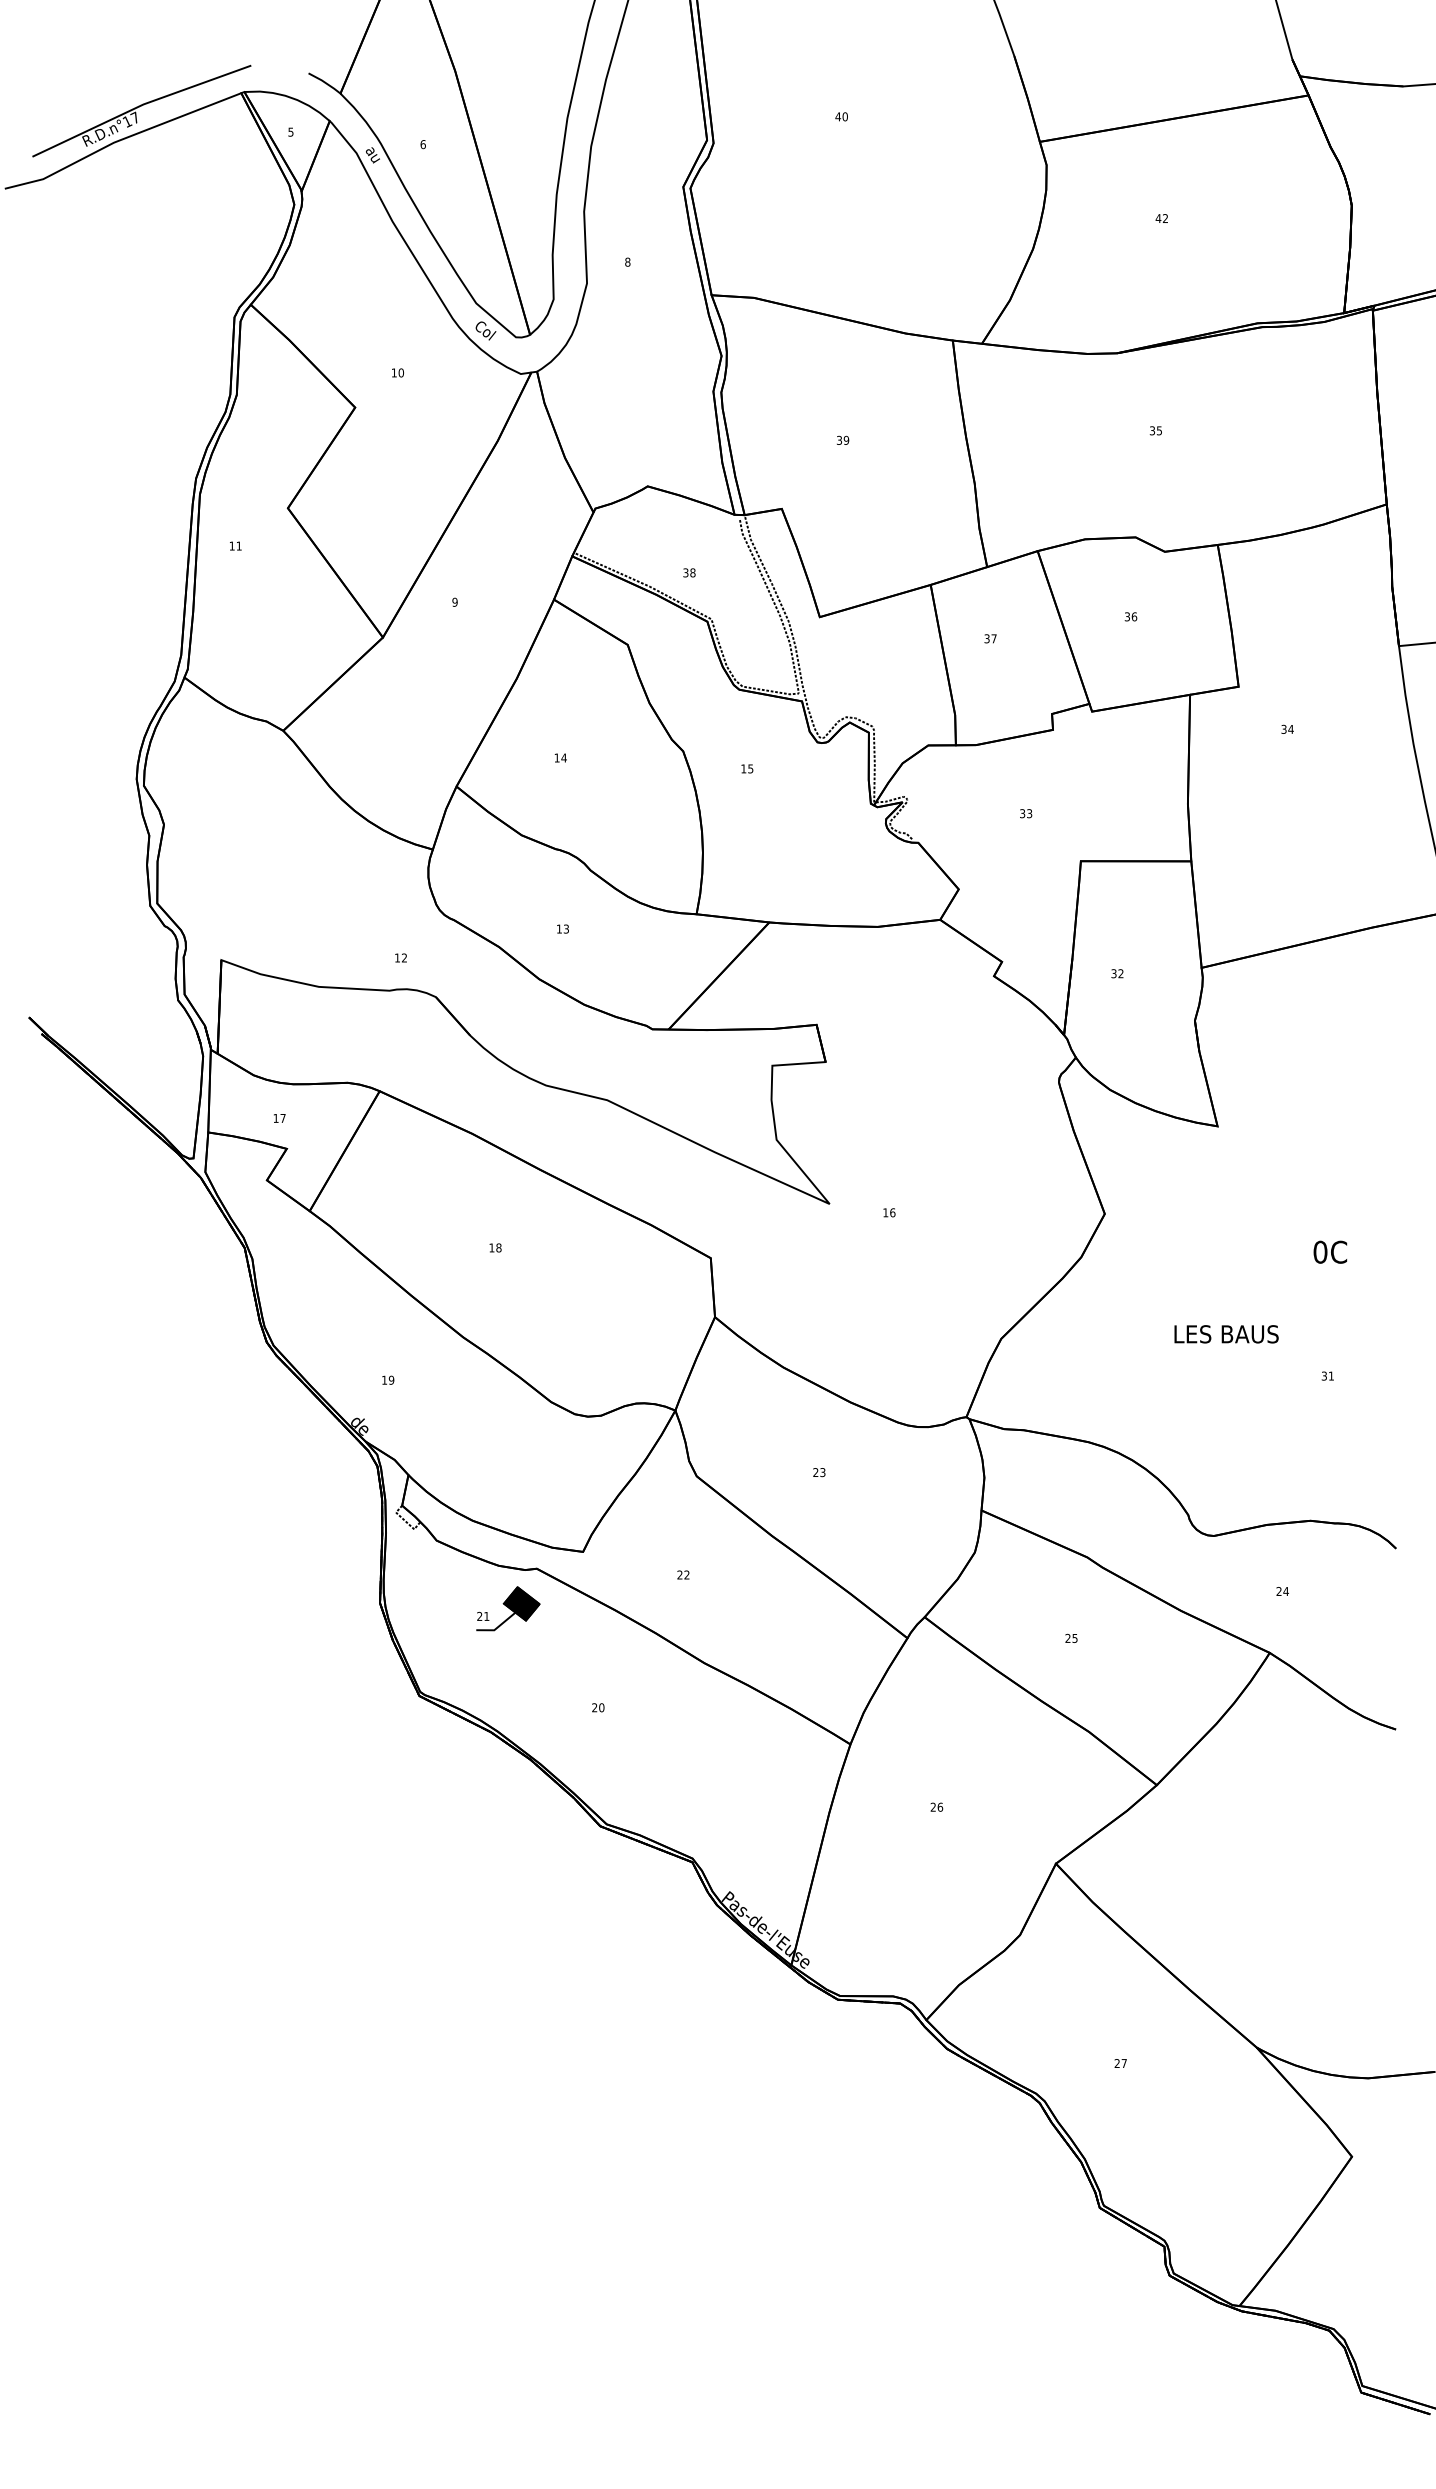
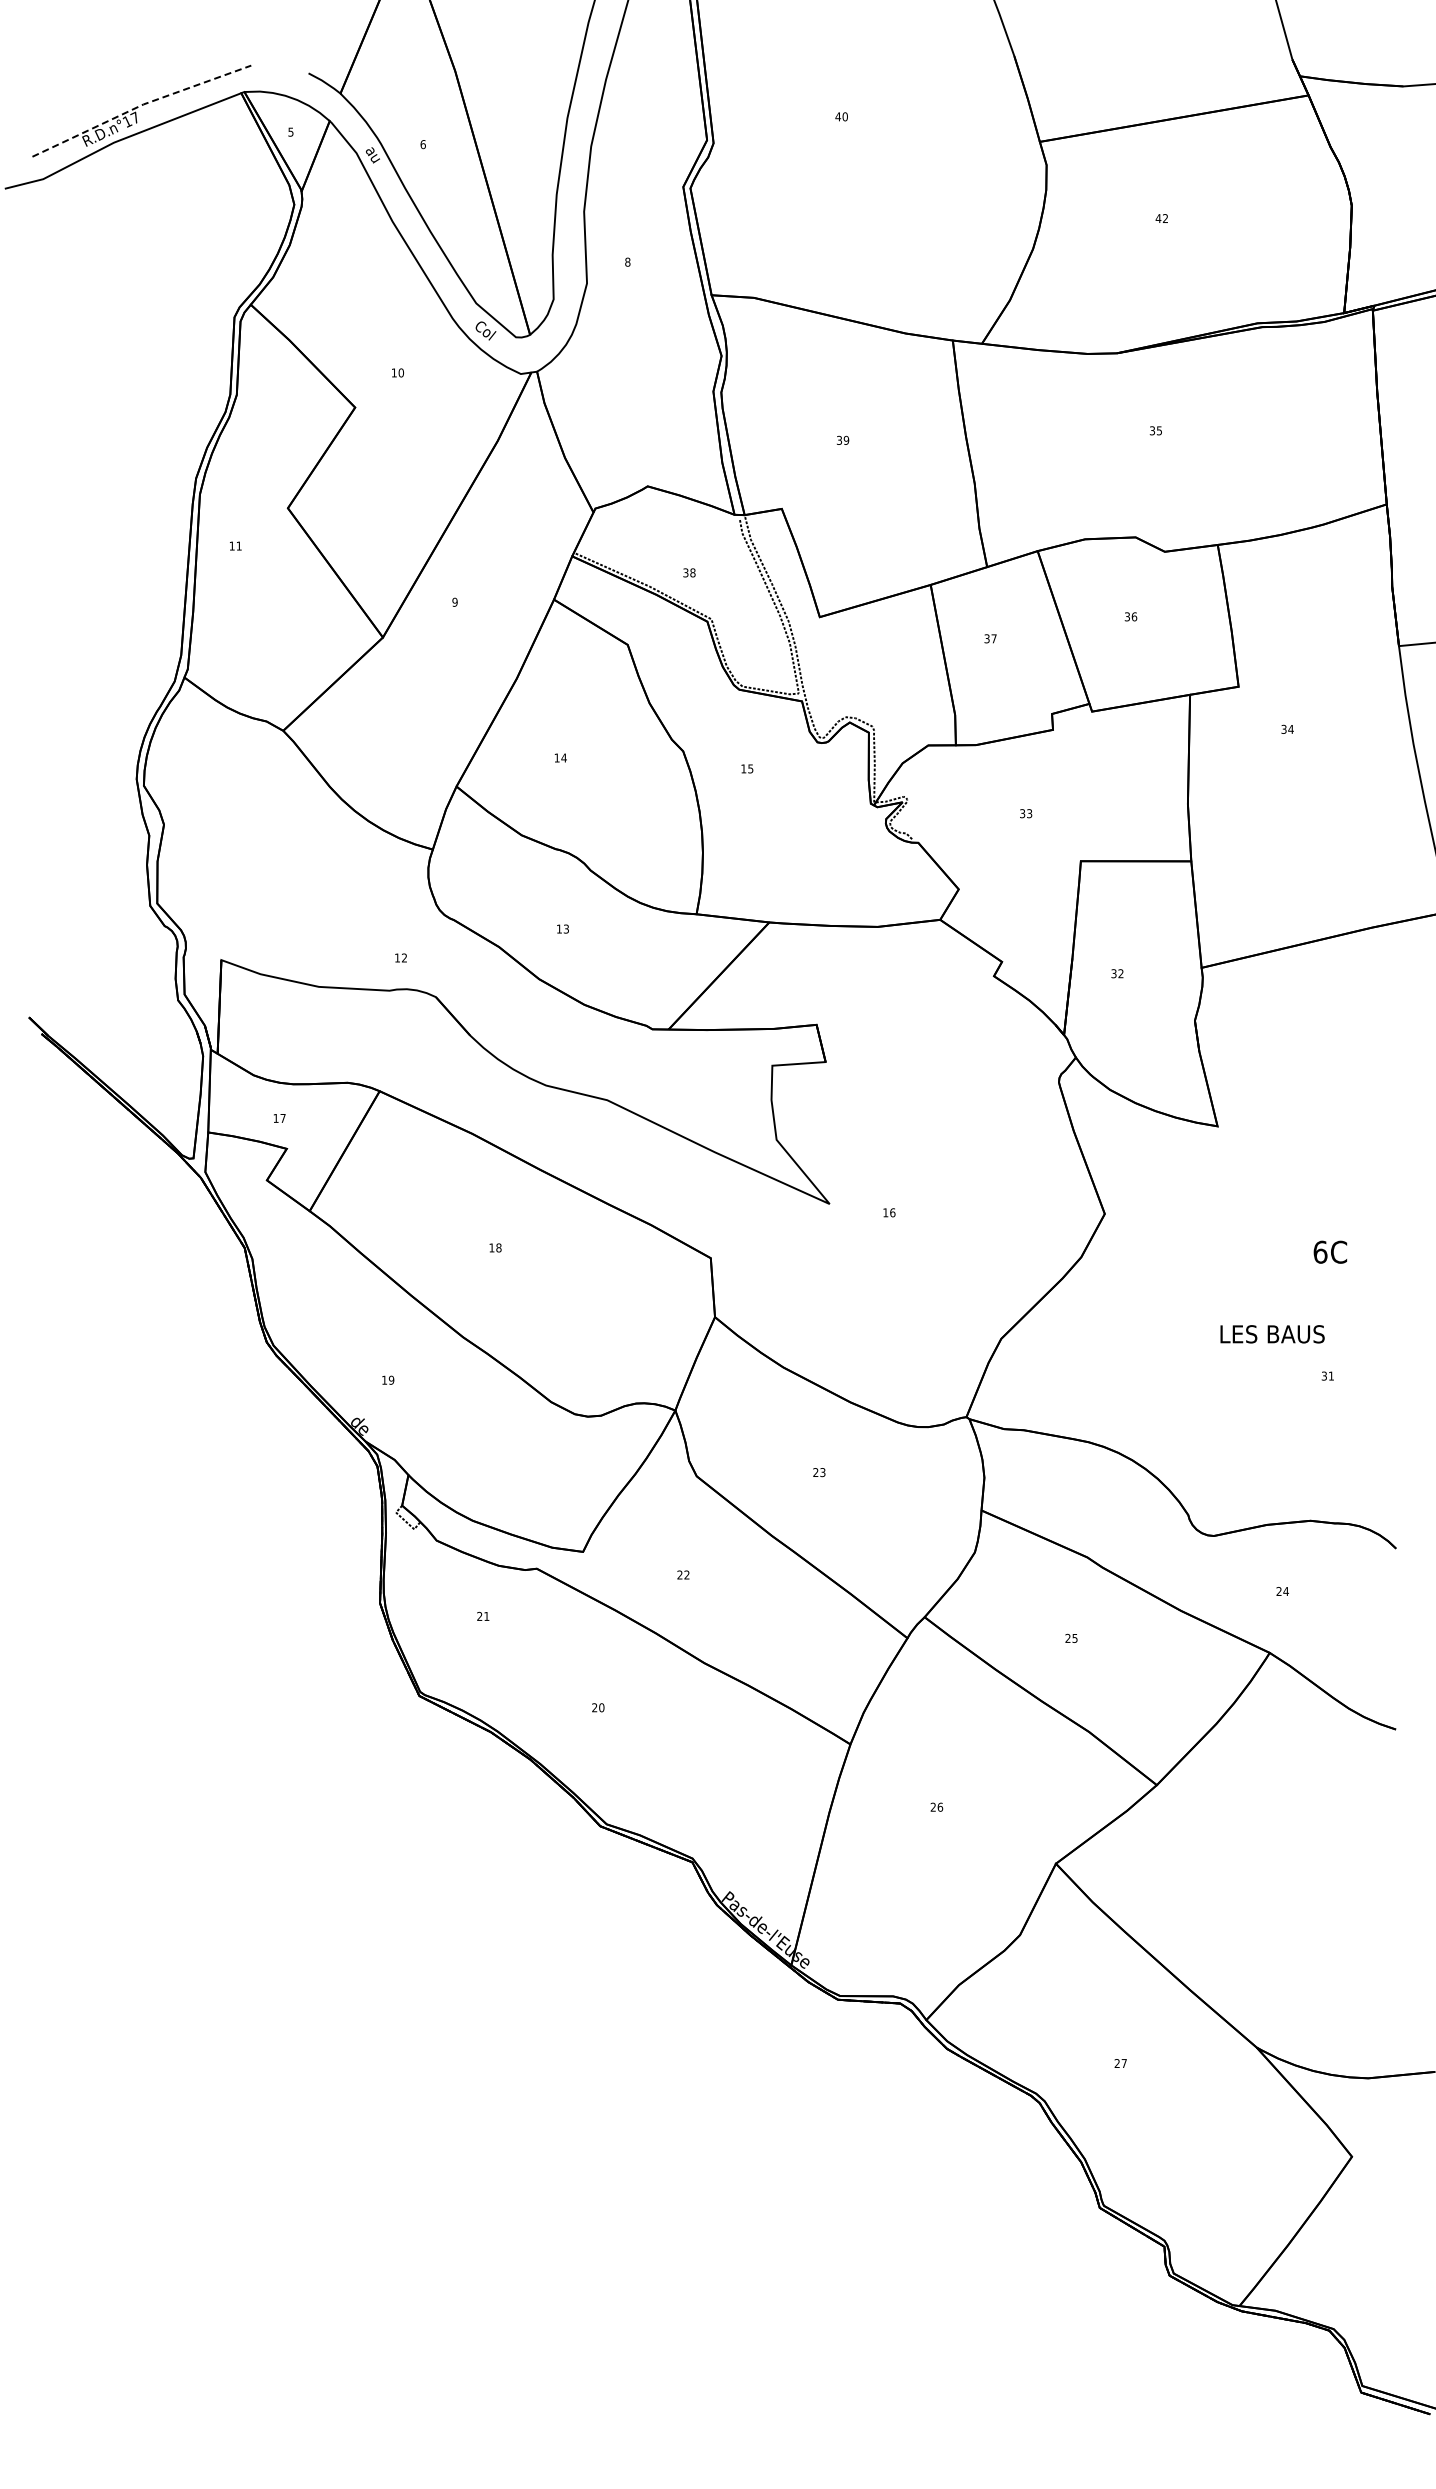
line at (140, 105): solid -> dashed
text at (1320, 1251): 0C -> 6C
text at (1226, 1334) position: (1226, 1334) -> (1272, 1334)
part at (508, 1608): present -> none
